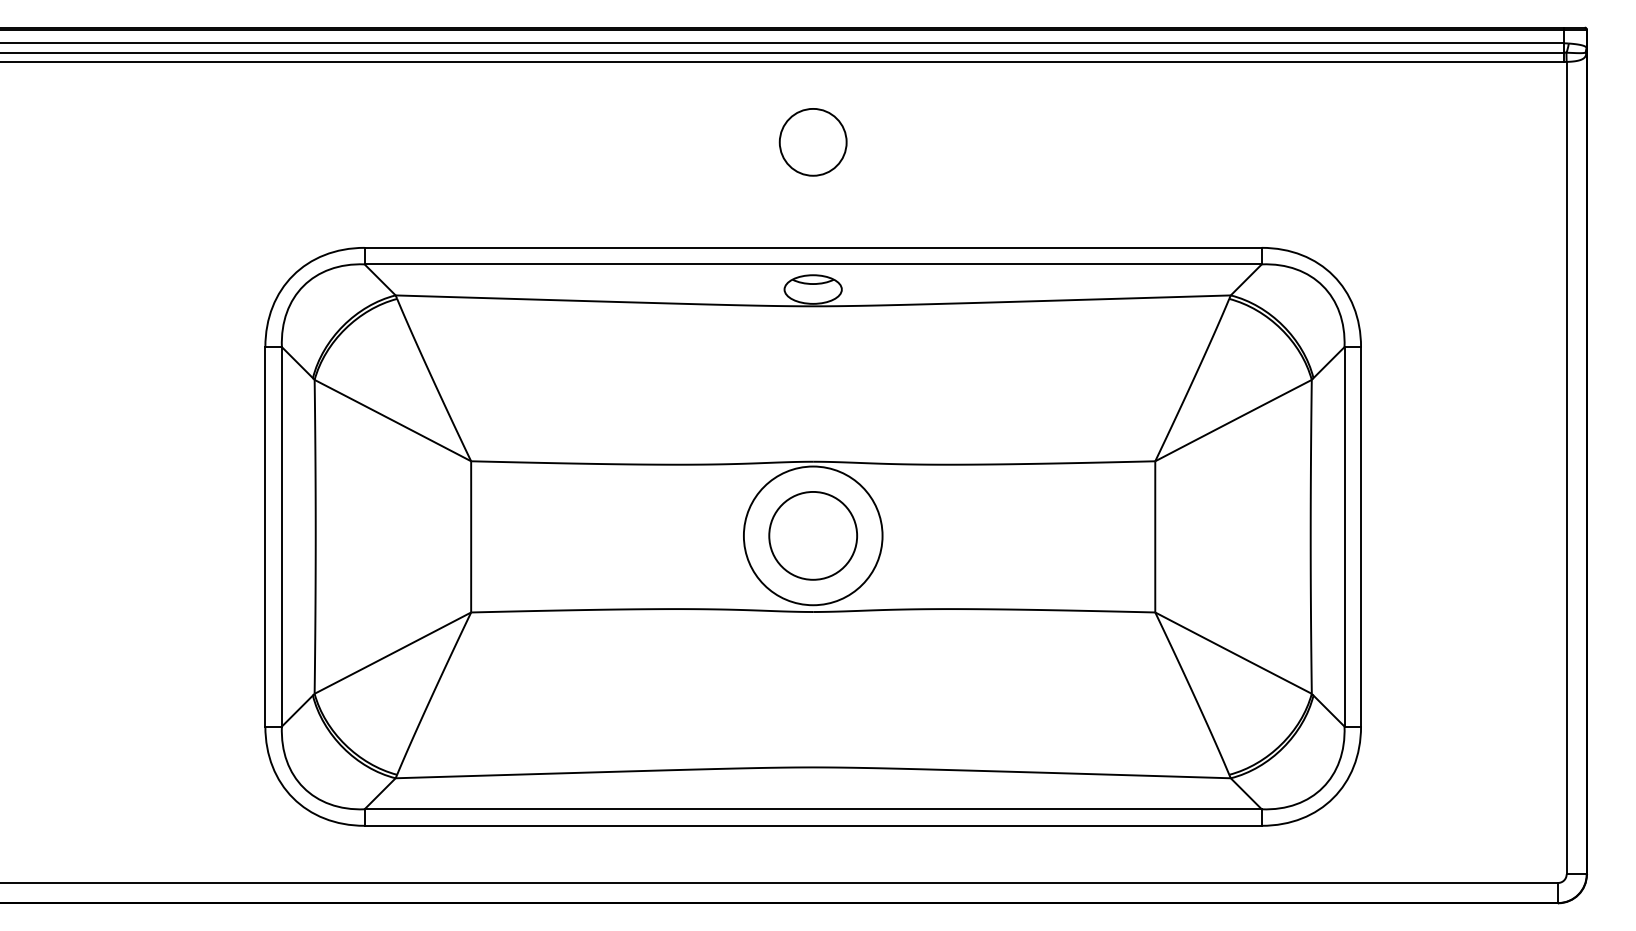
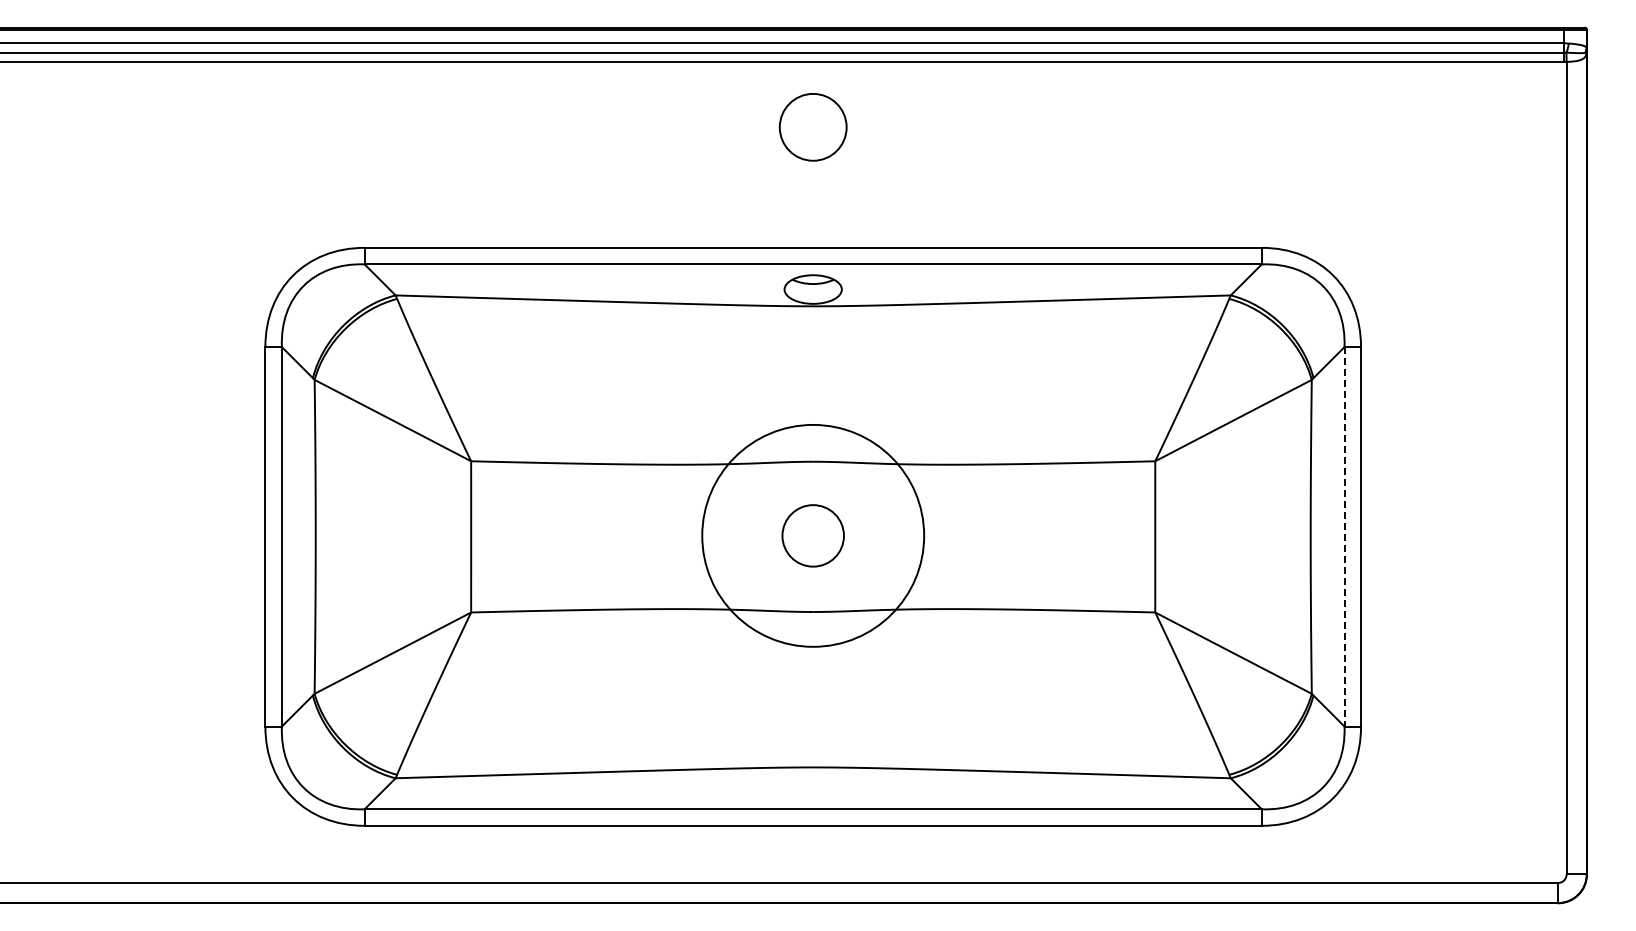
circle at (812, 142) position: (812, 142) -> (812, 127)
circle at (812, 535) diameter: 139 px -> 222 px
circle at (813, 535) diameter: 88 px -> 62 px
line at (1344, 536): solid -> dashed
